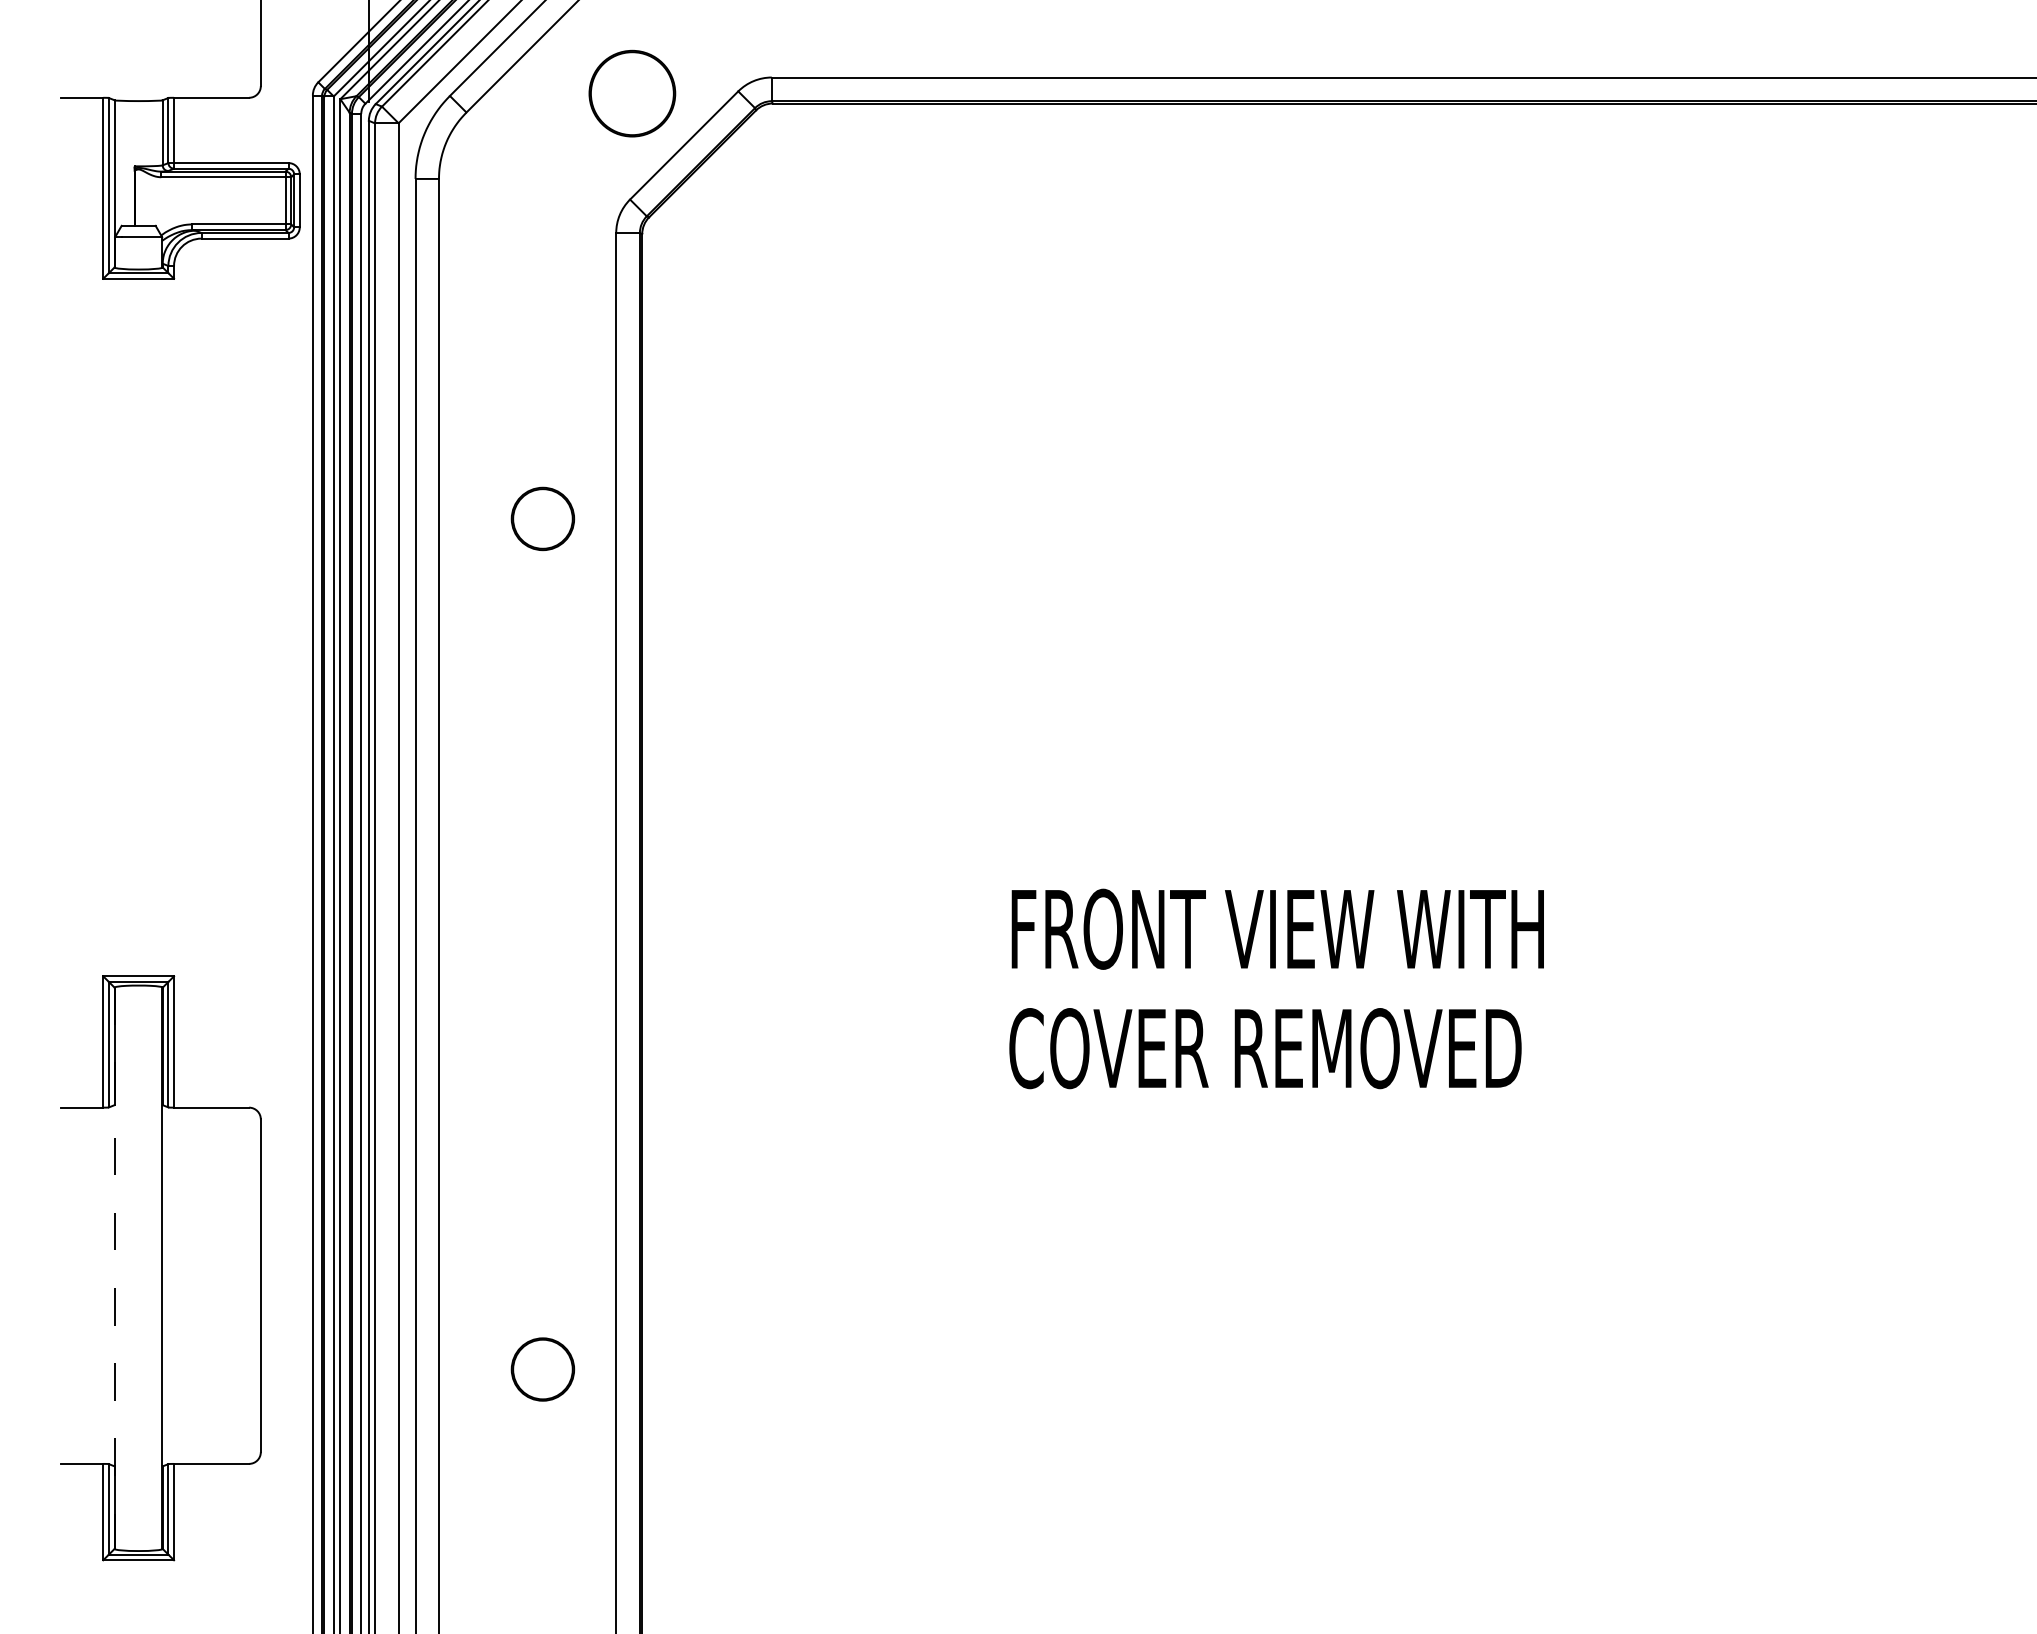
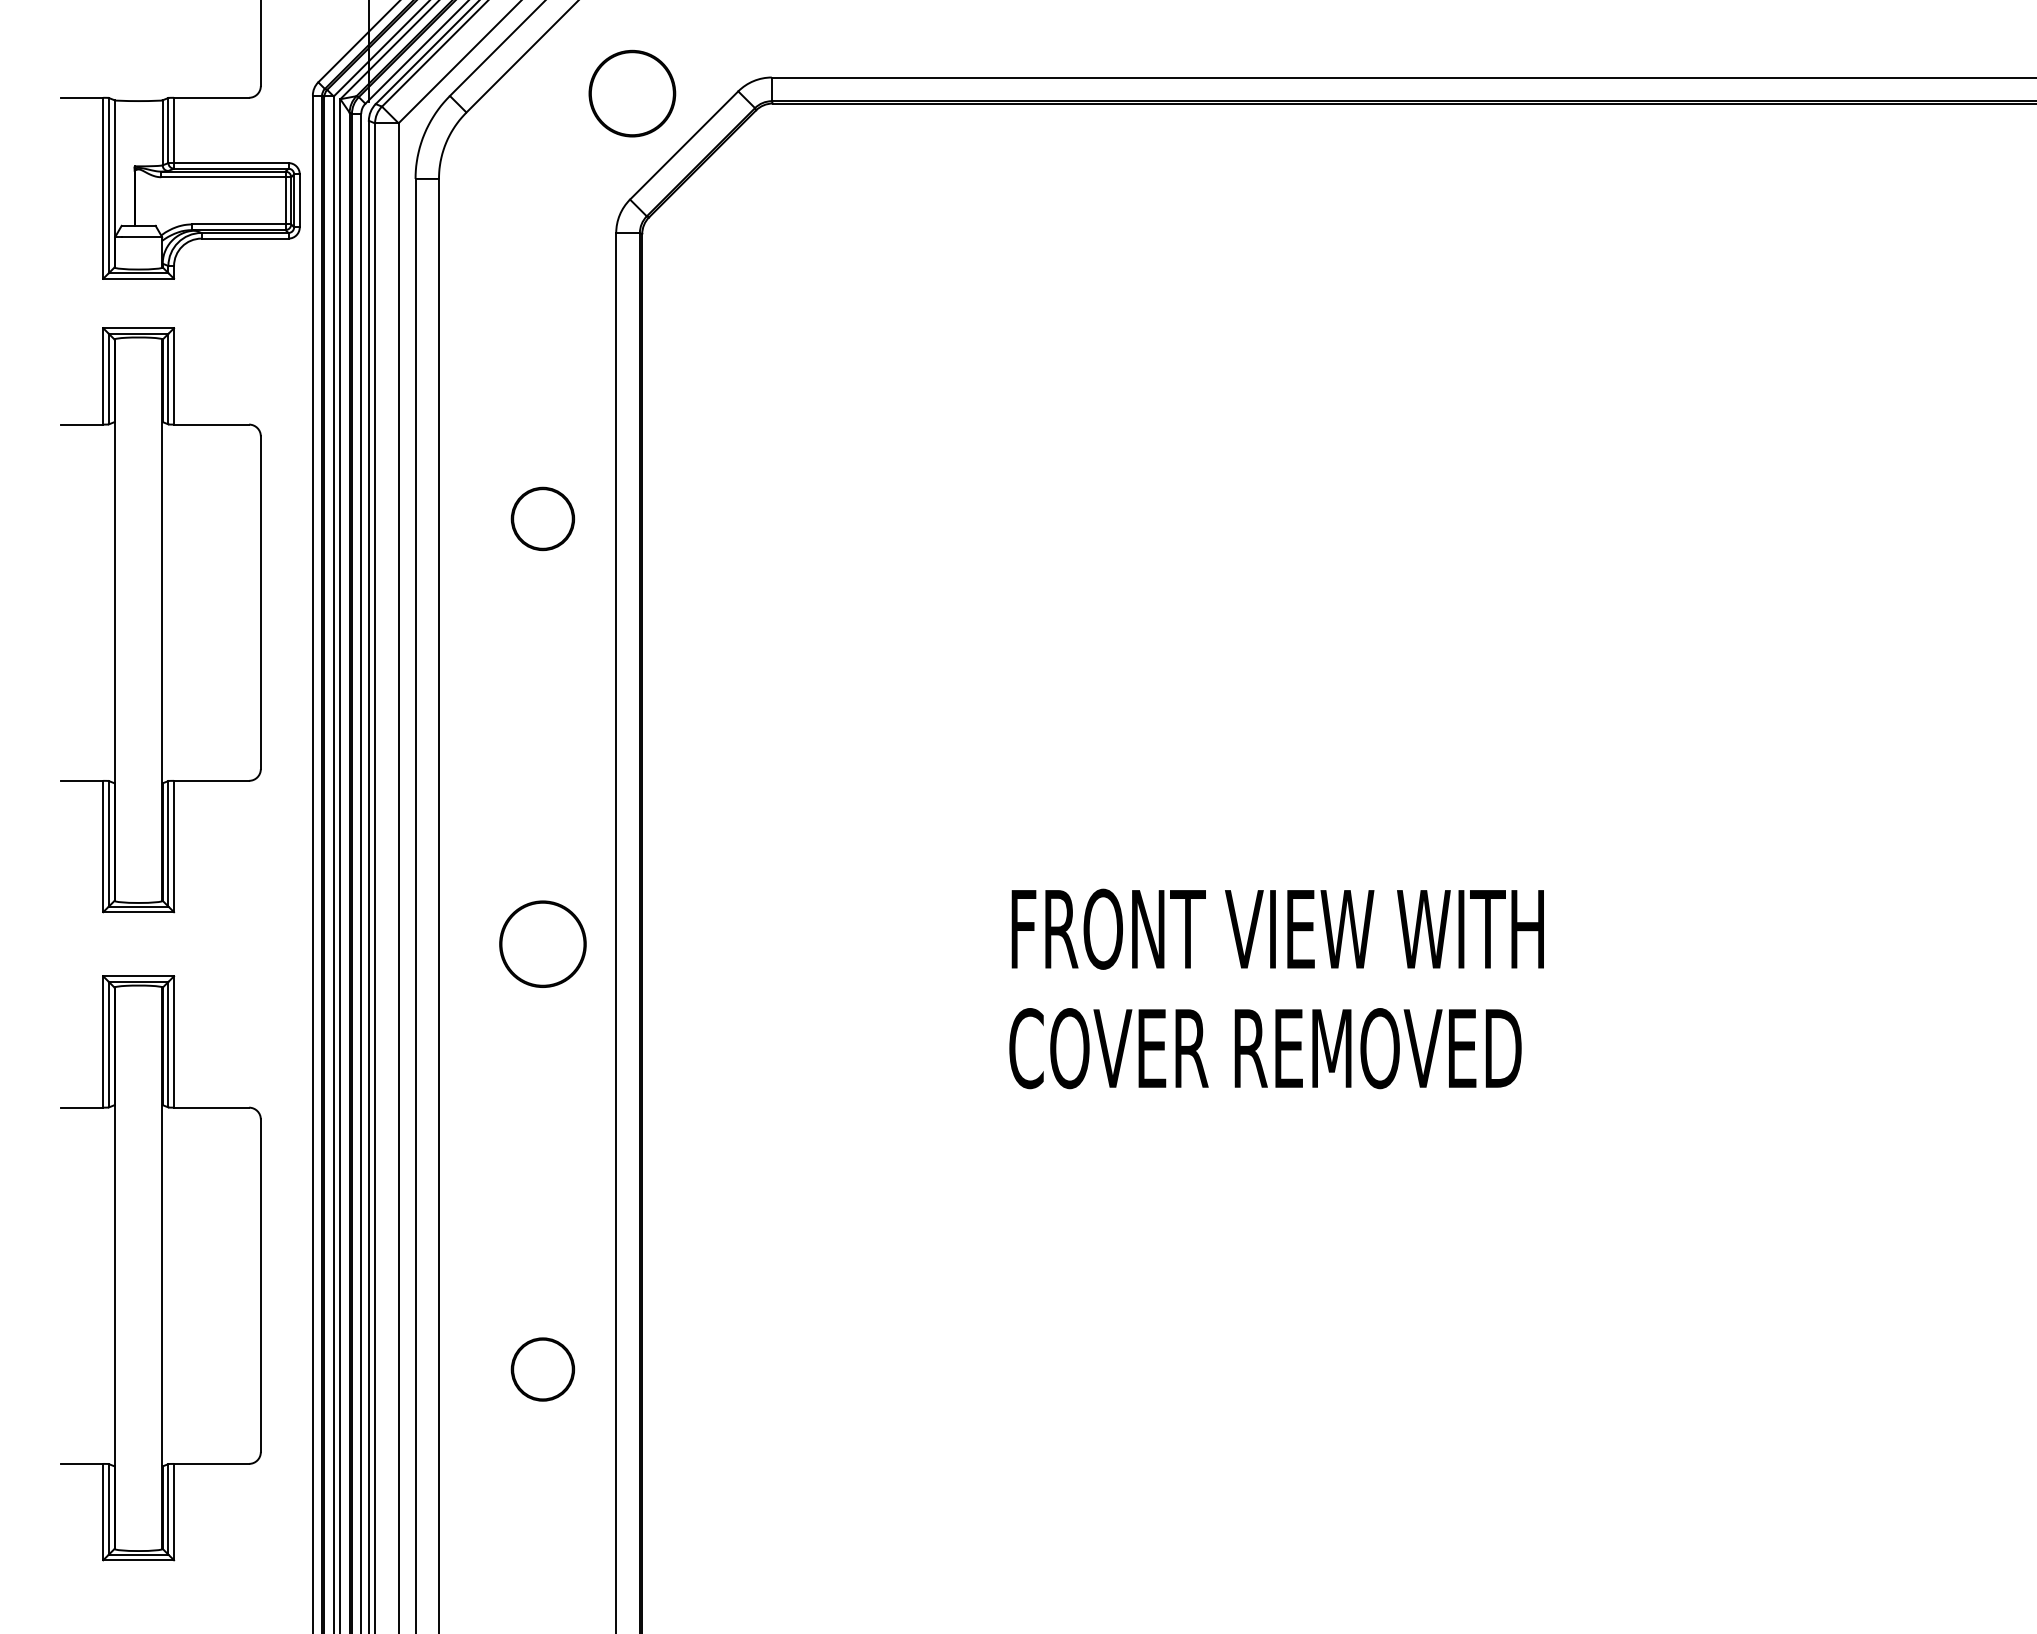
part at (160, 620): none -> present
circle at (542, 943): none -> present
line at (115, 1268): dashed -> solid
